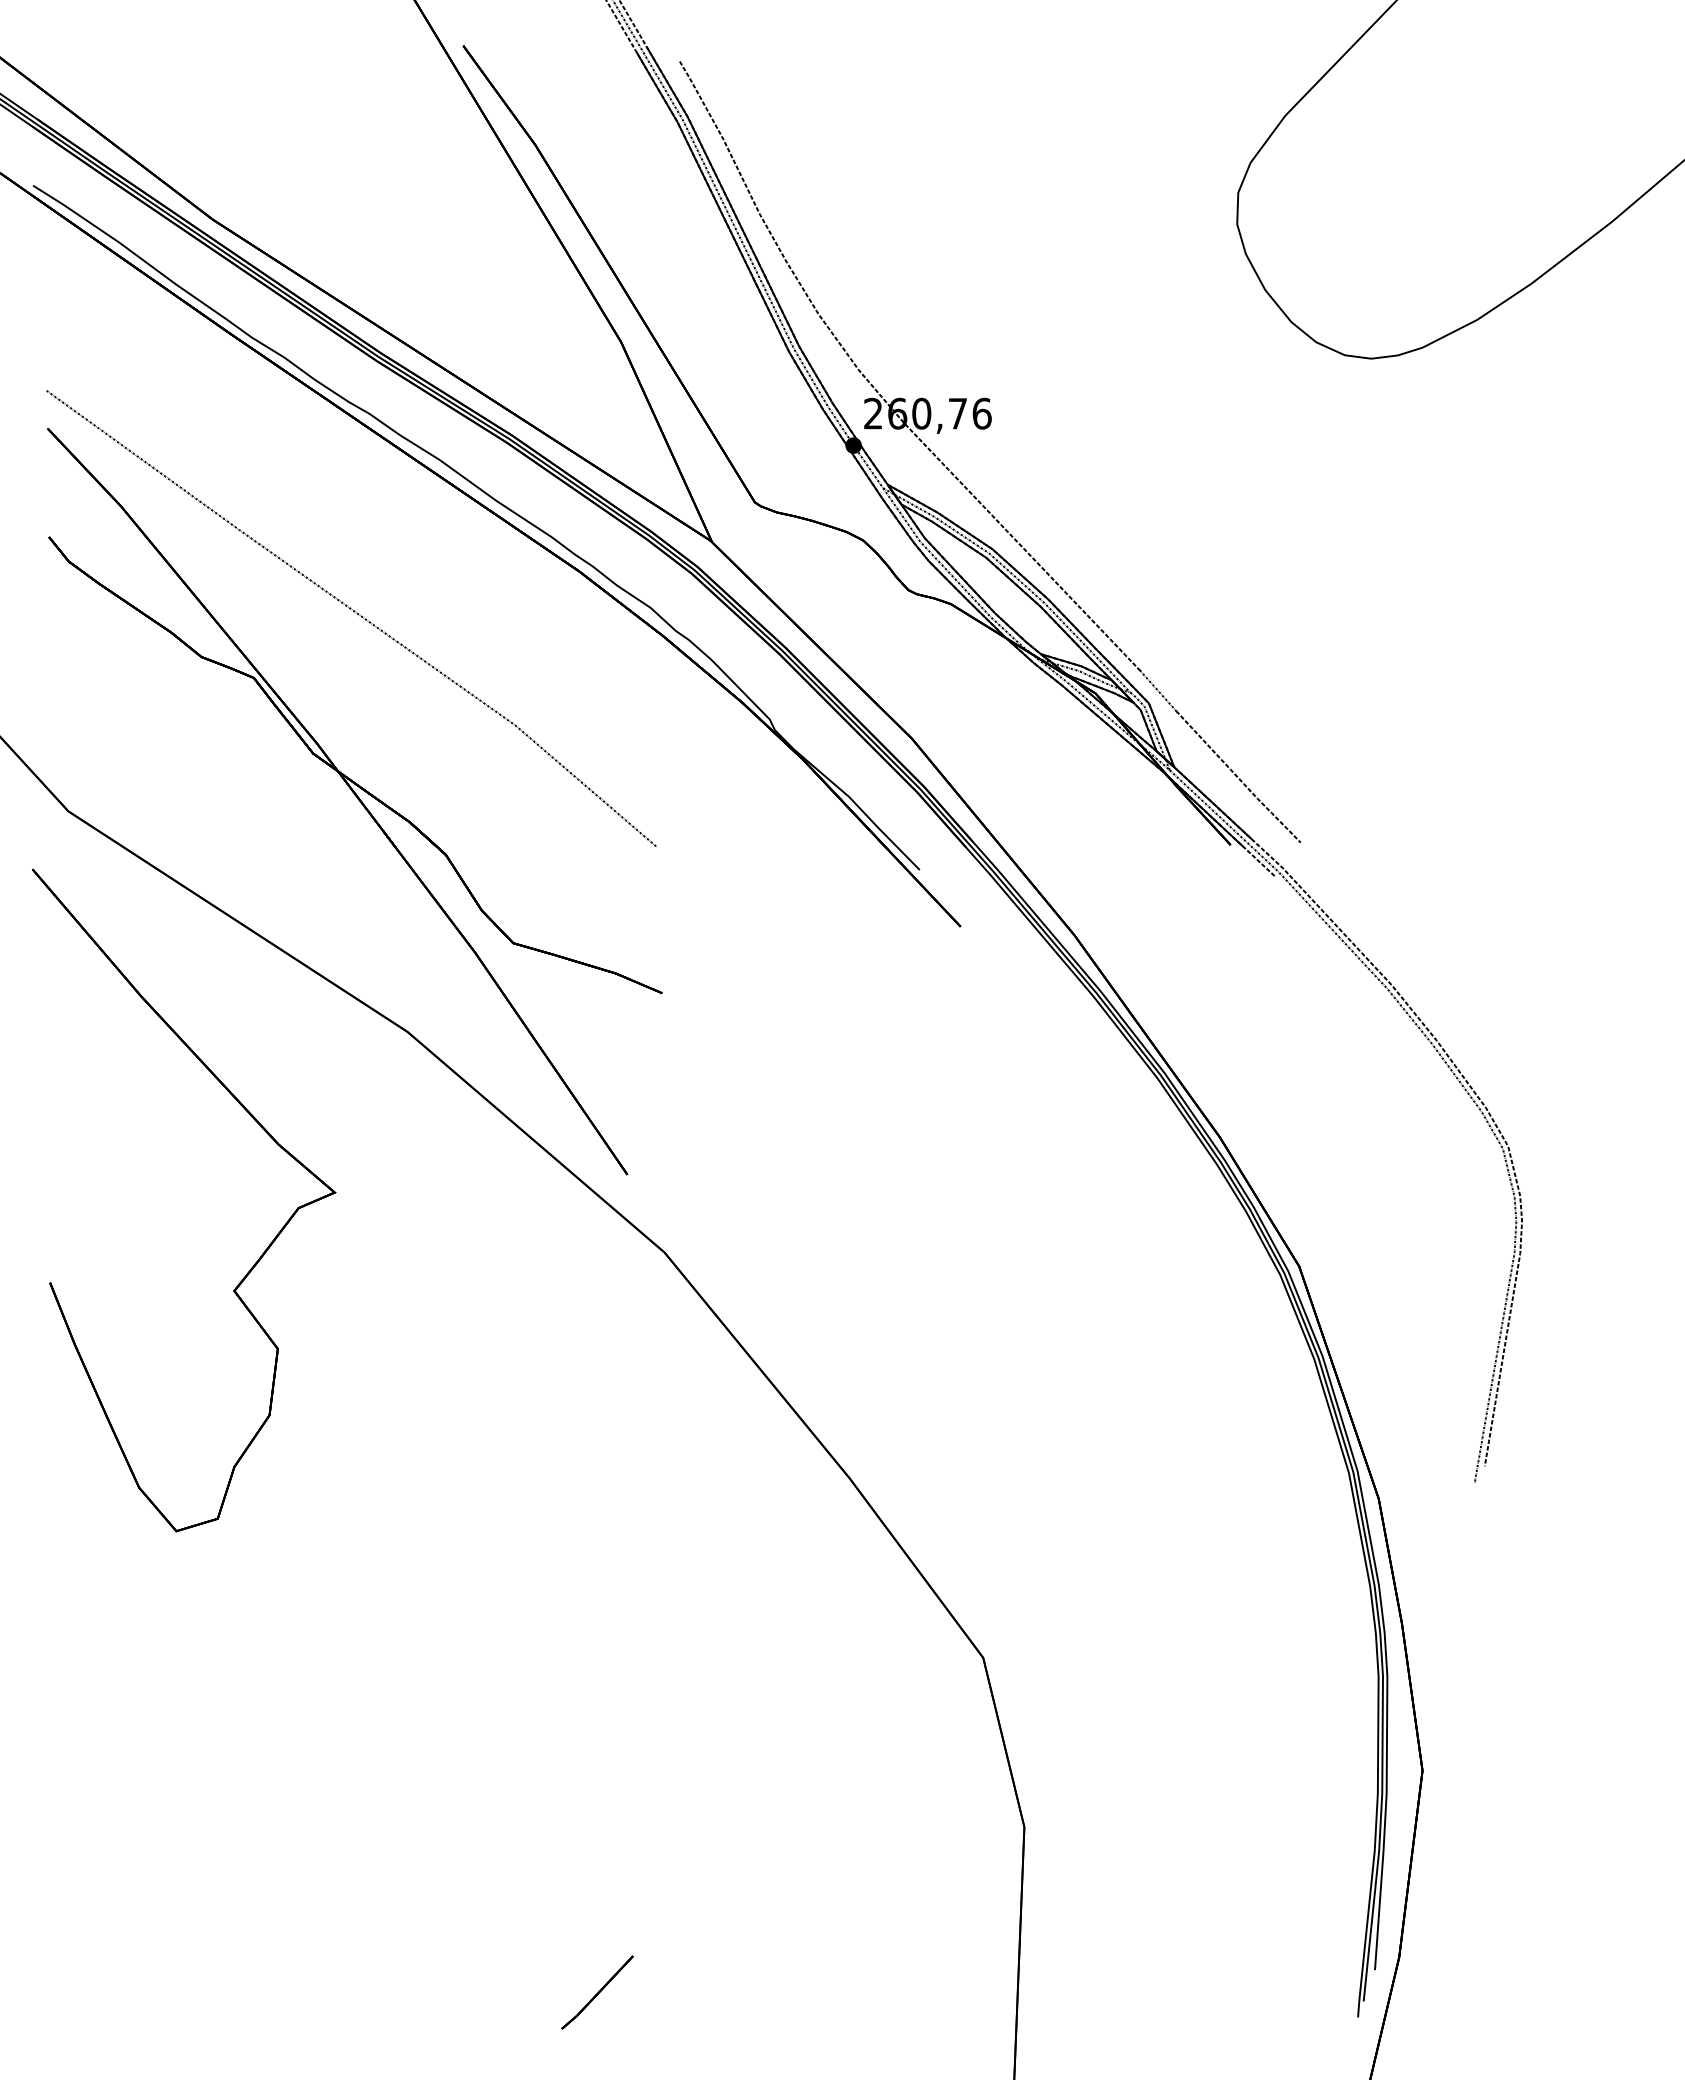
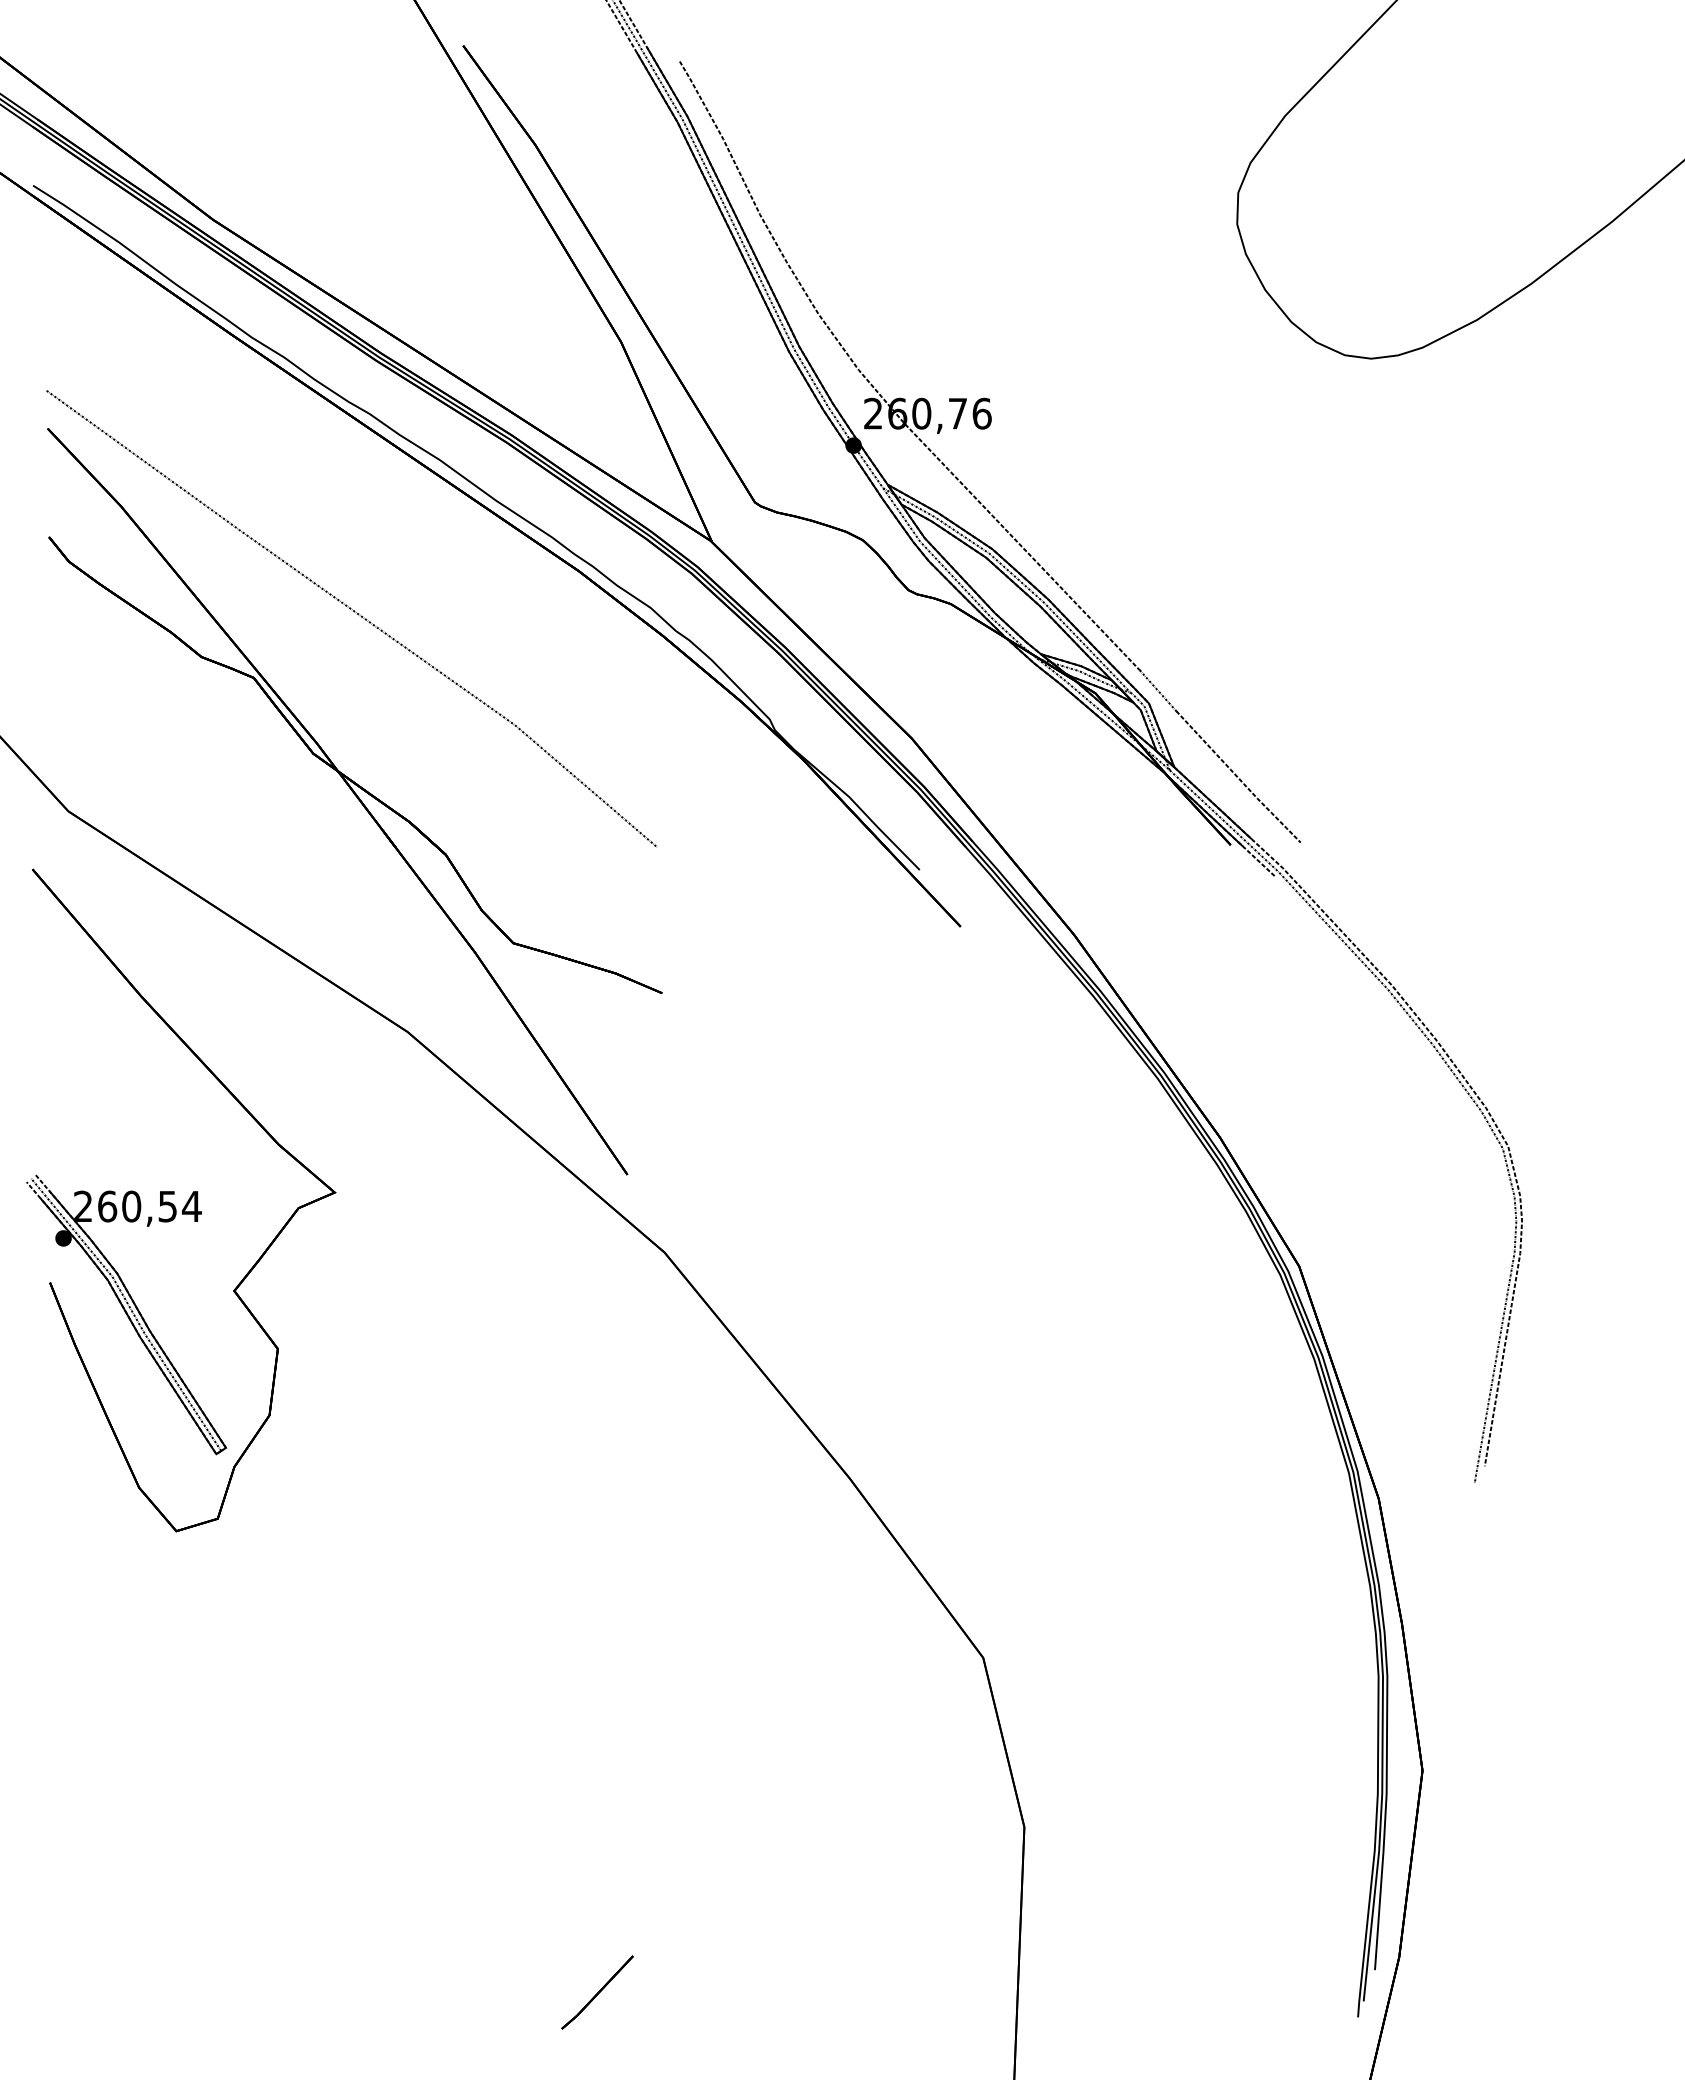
part at (126, 1314): none -> present
